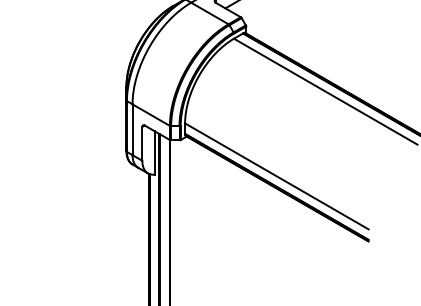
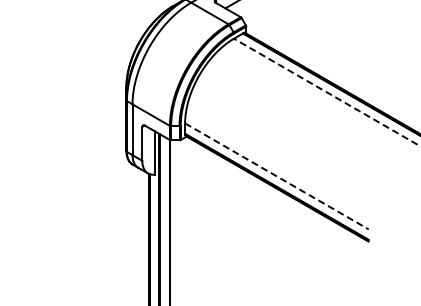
line at (325, 91): solid -> dashed
line at (276, 176): solid -> dashed
